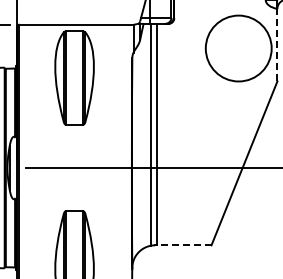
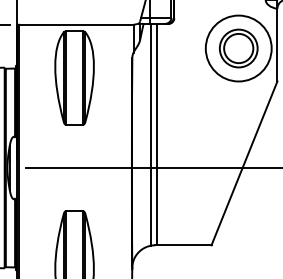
line at (277, 44): dashed -> solid
part at (238, 48): none -> present
line at (183, 245): dashed -> solid
